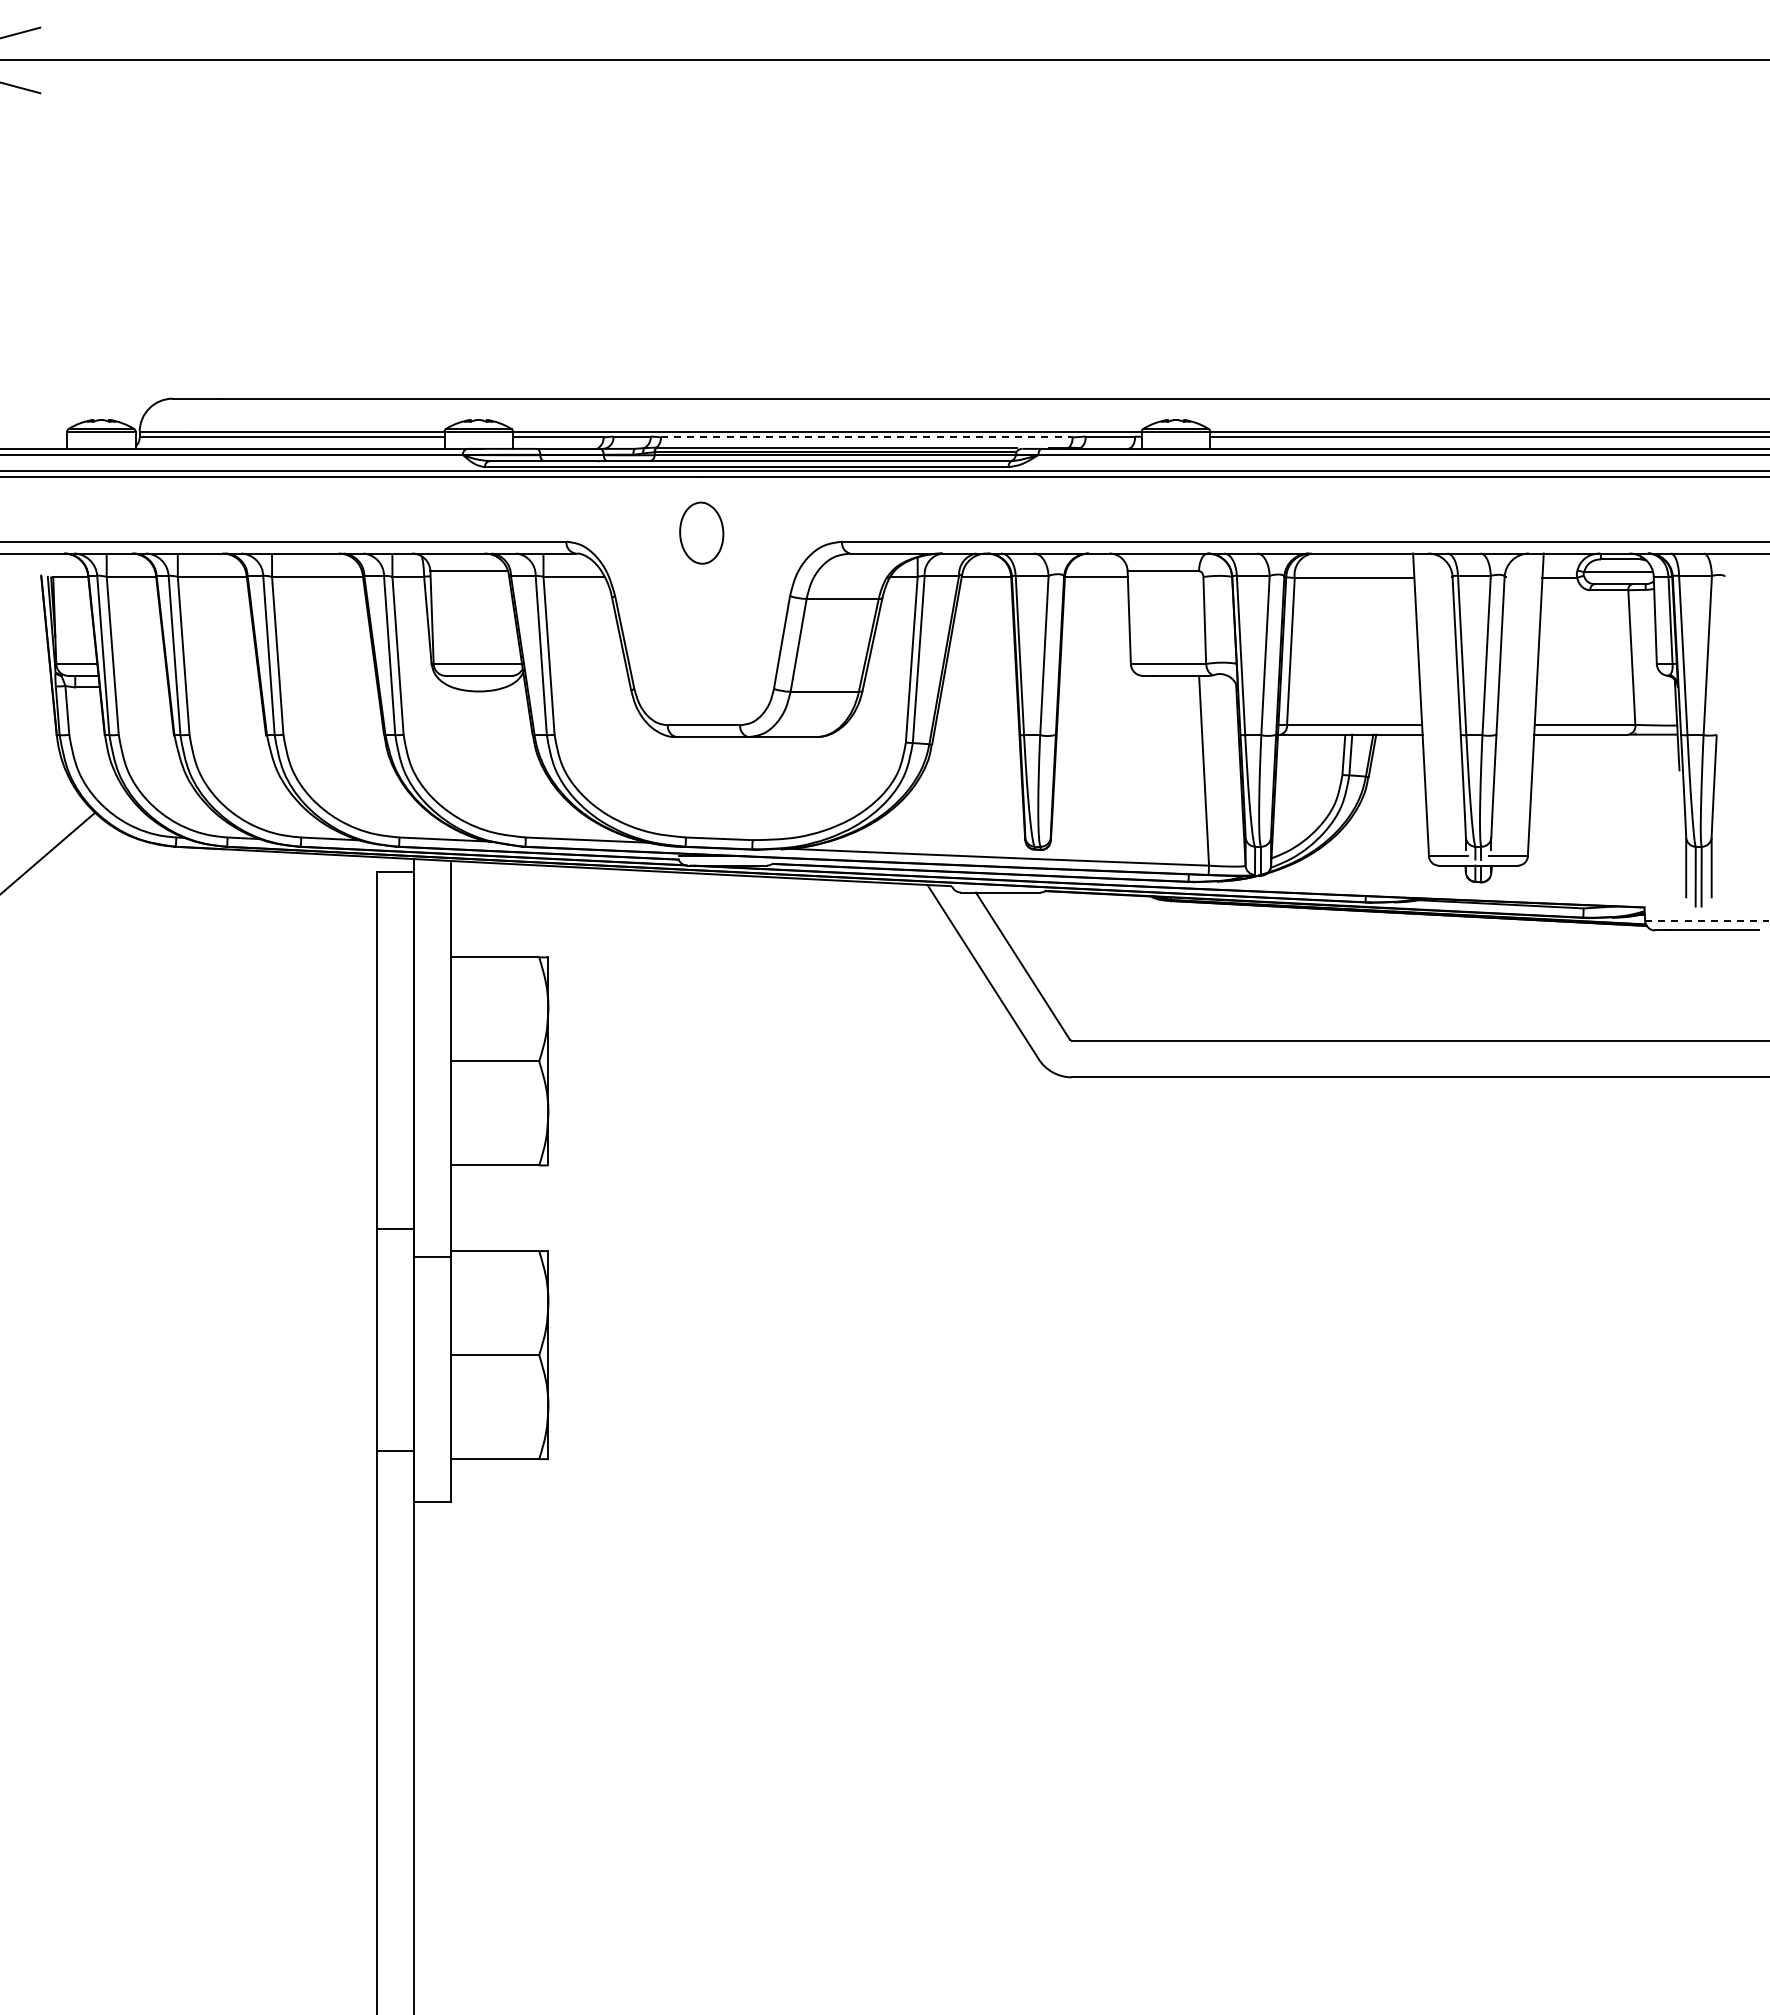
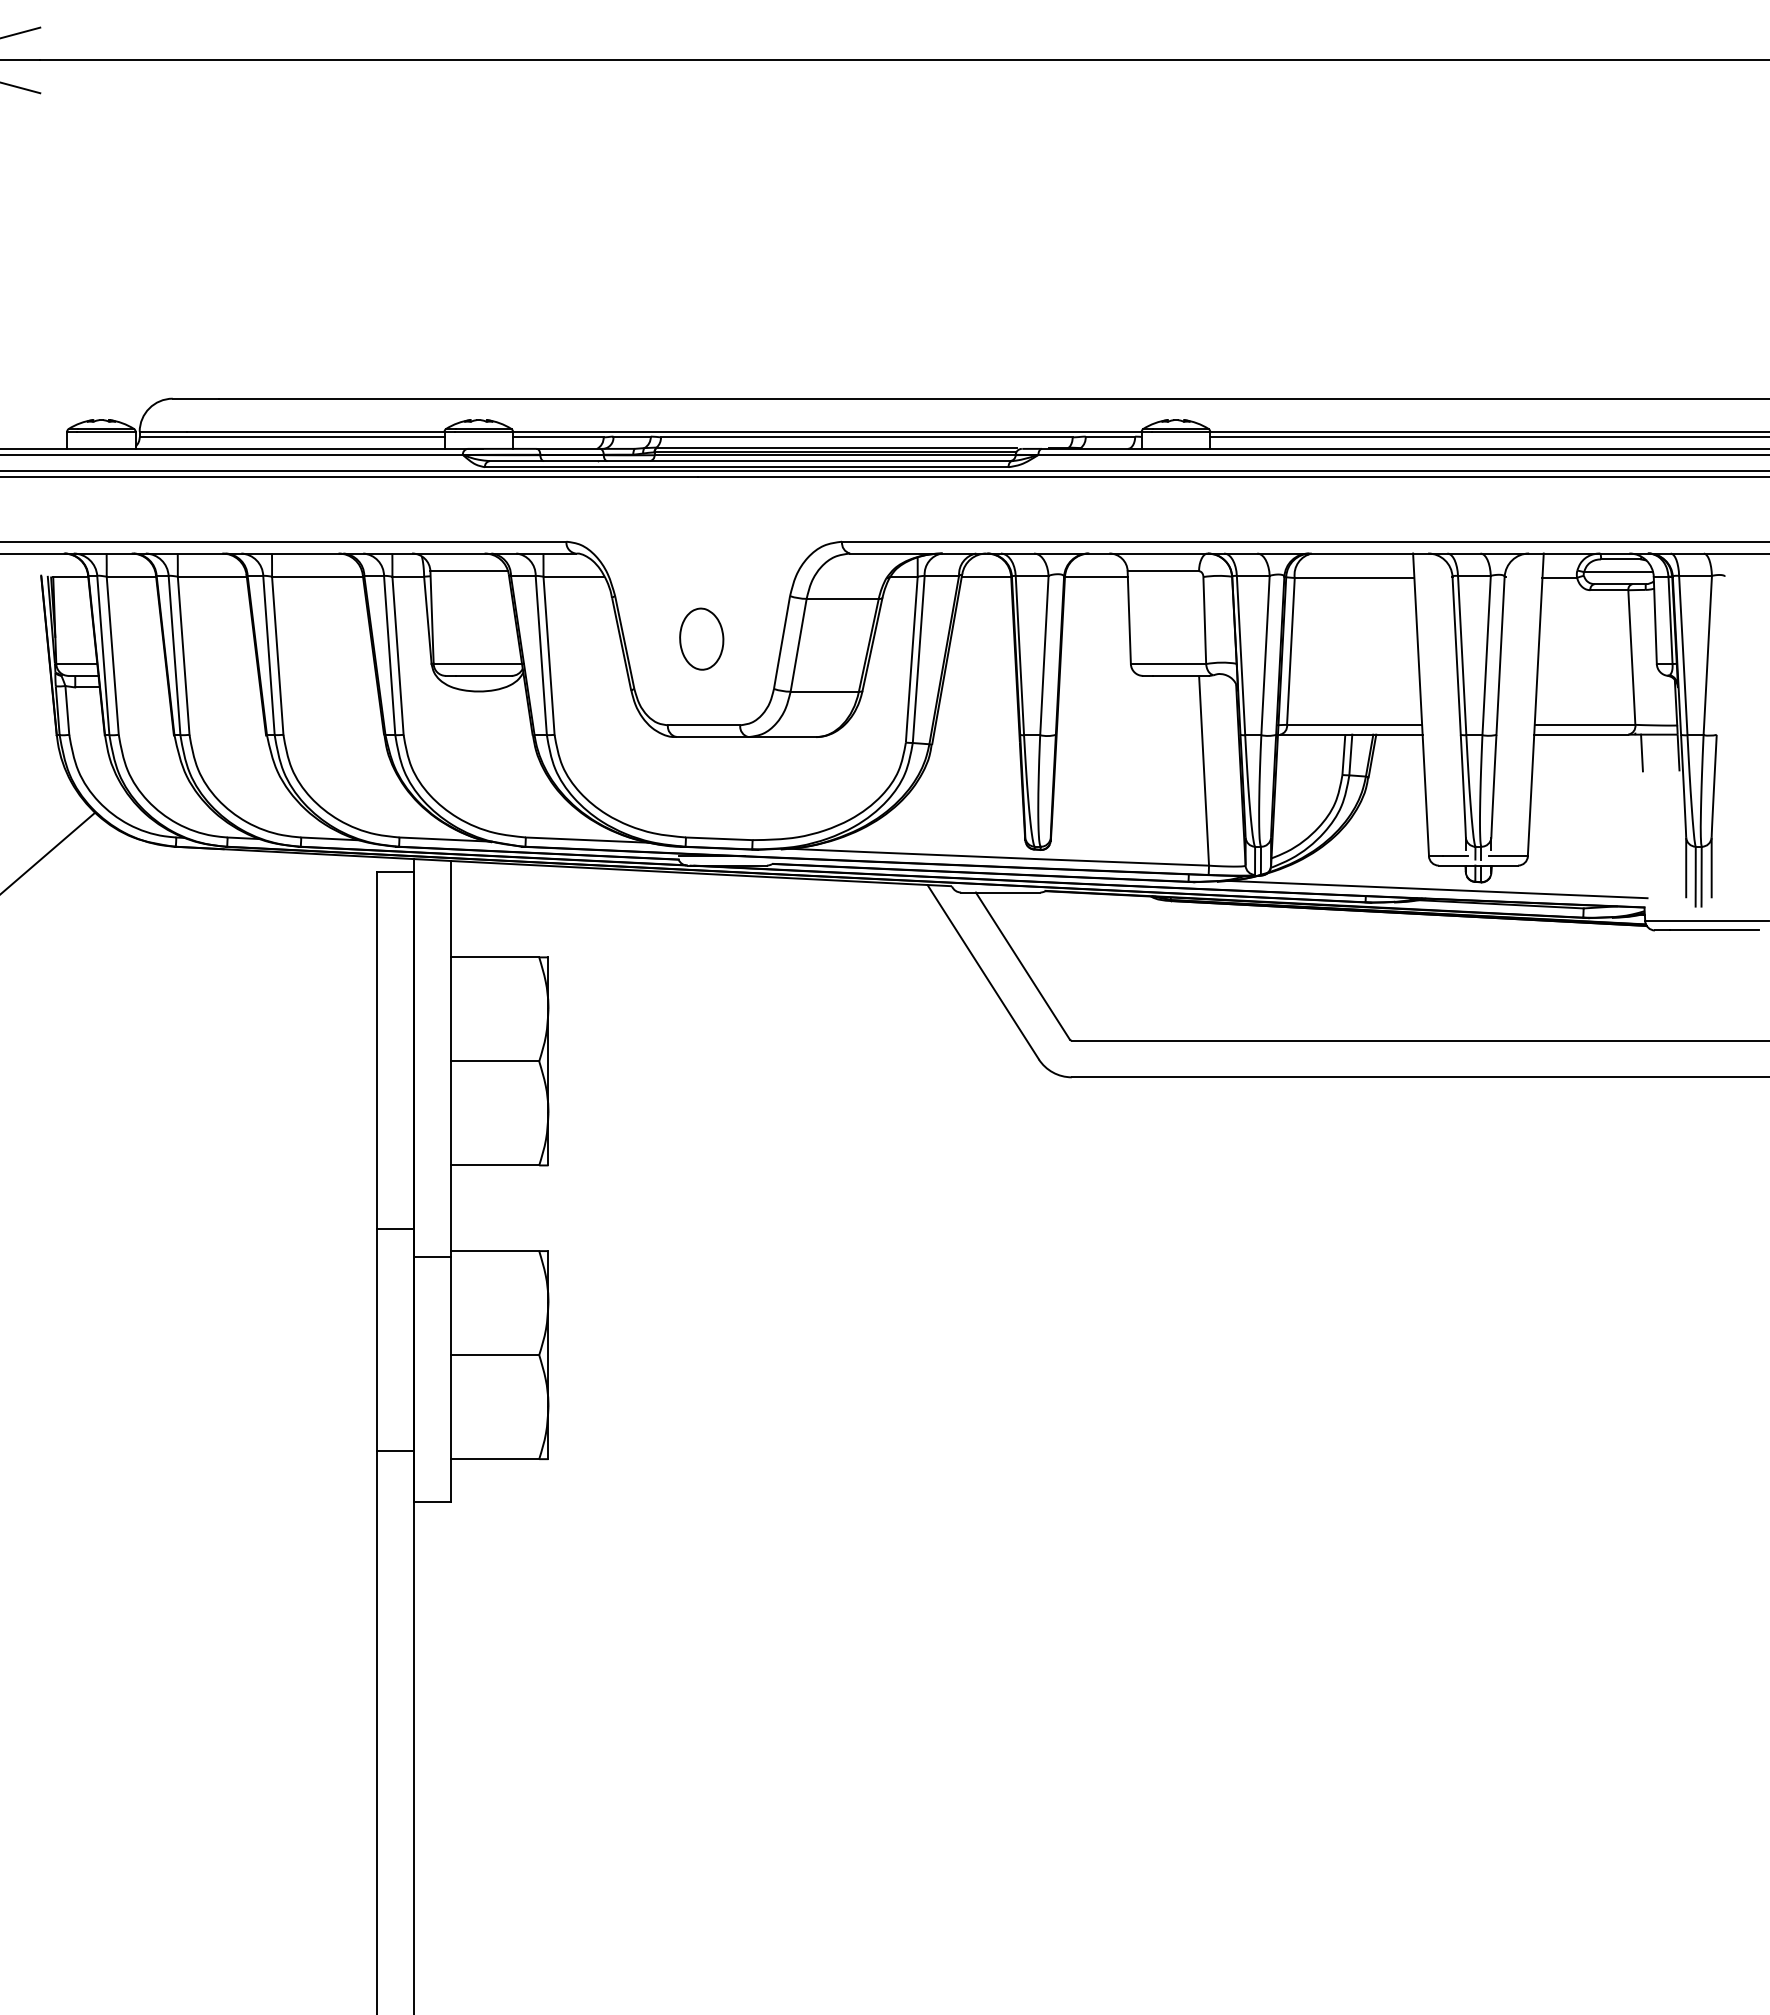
line at (866, 437): dashed -> solid
part at (701, 532) position: (701, 532) -> (701, 638)
line at (1641, 752): none -> present
line at (1436, 889): none -> present
line at (1706, 921): dashed -> solid
